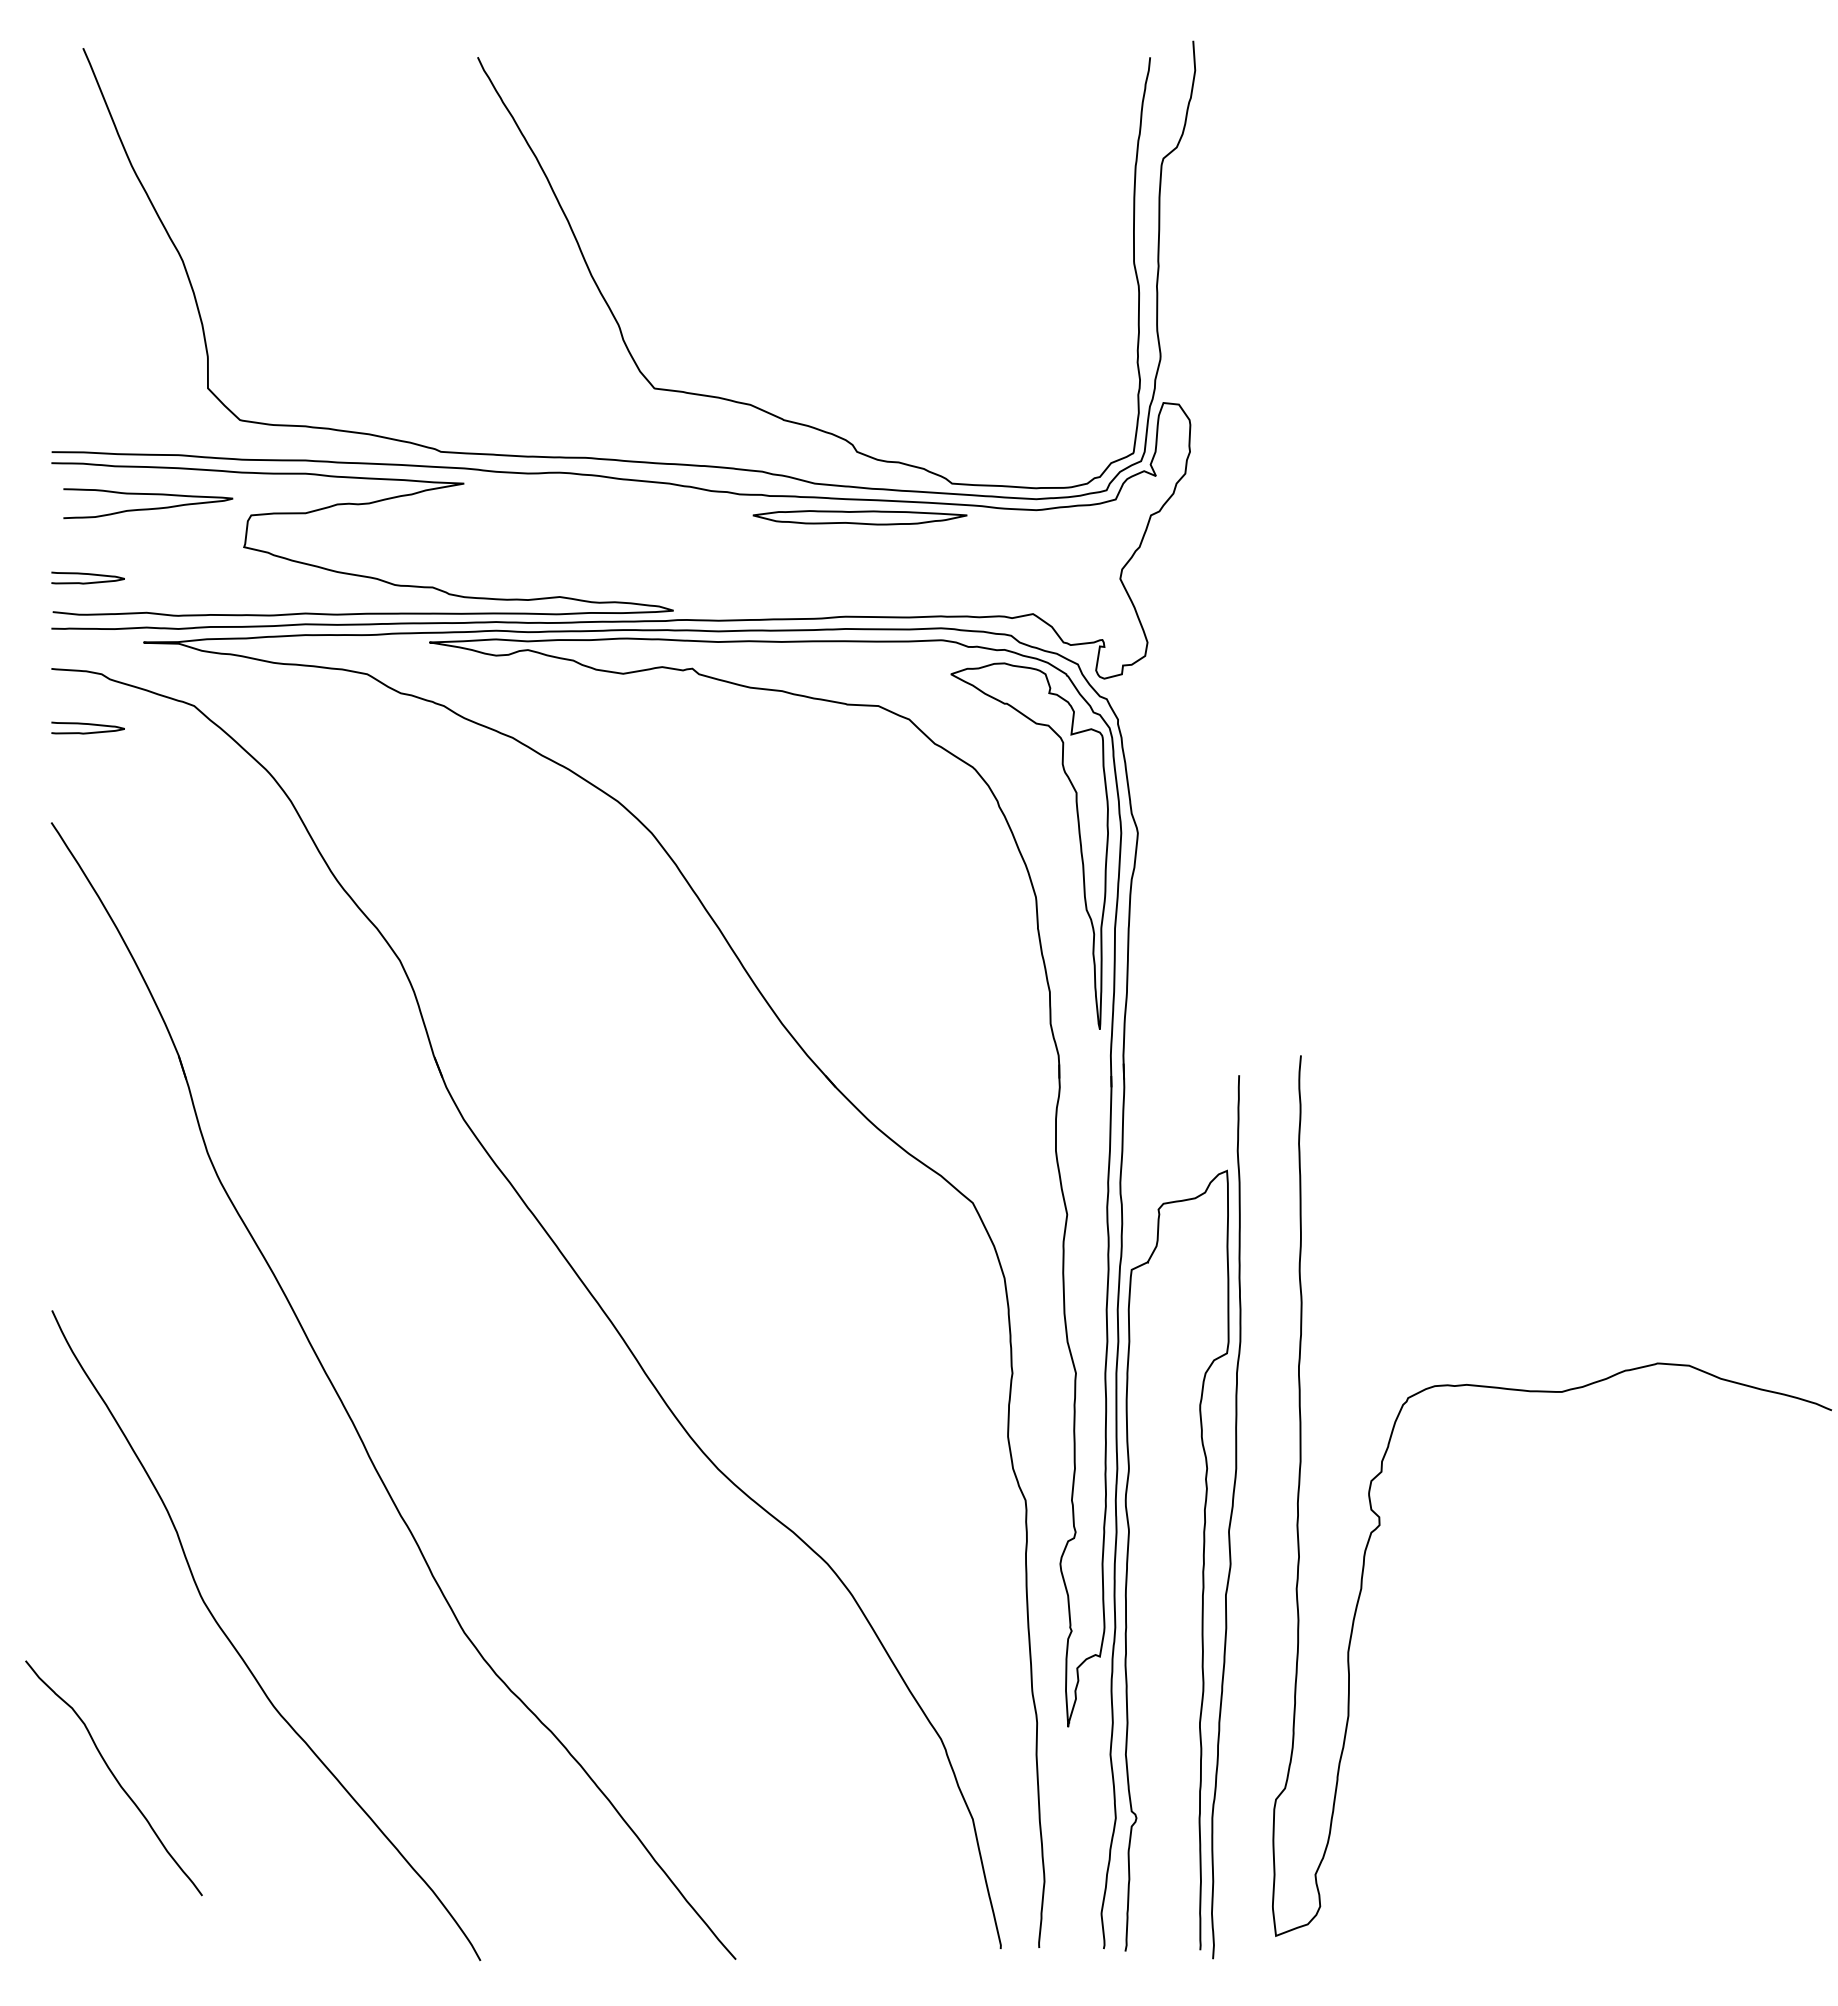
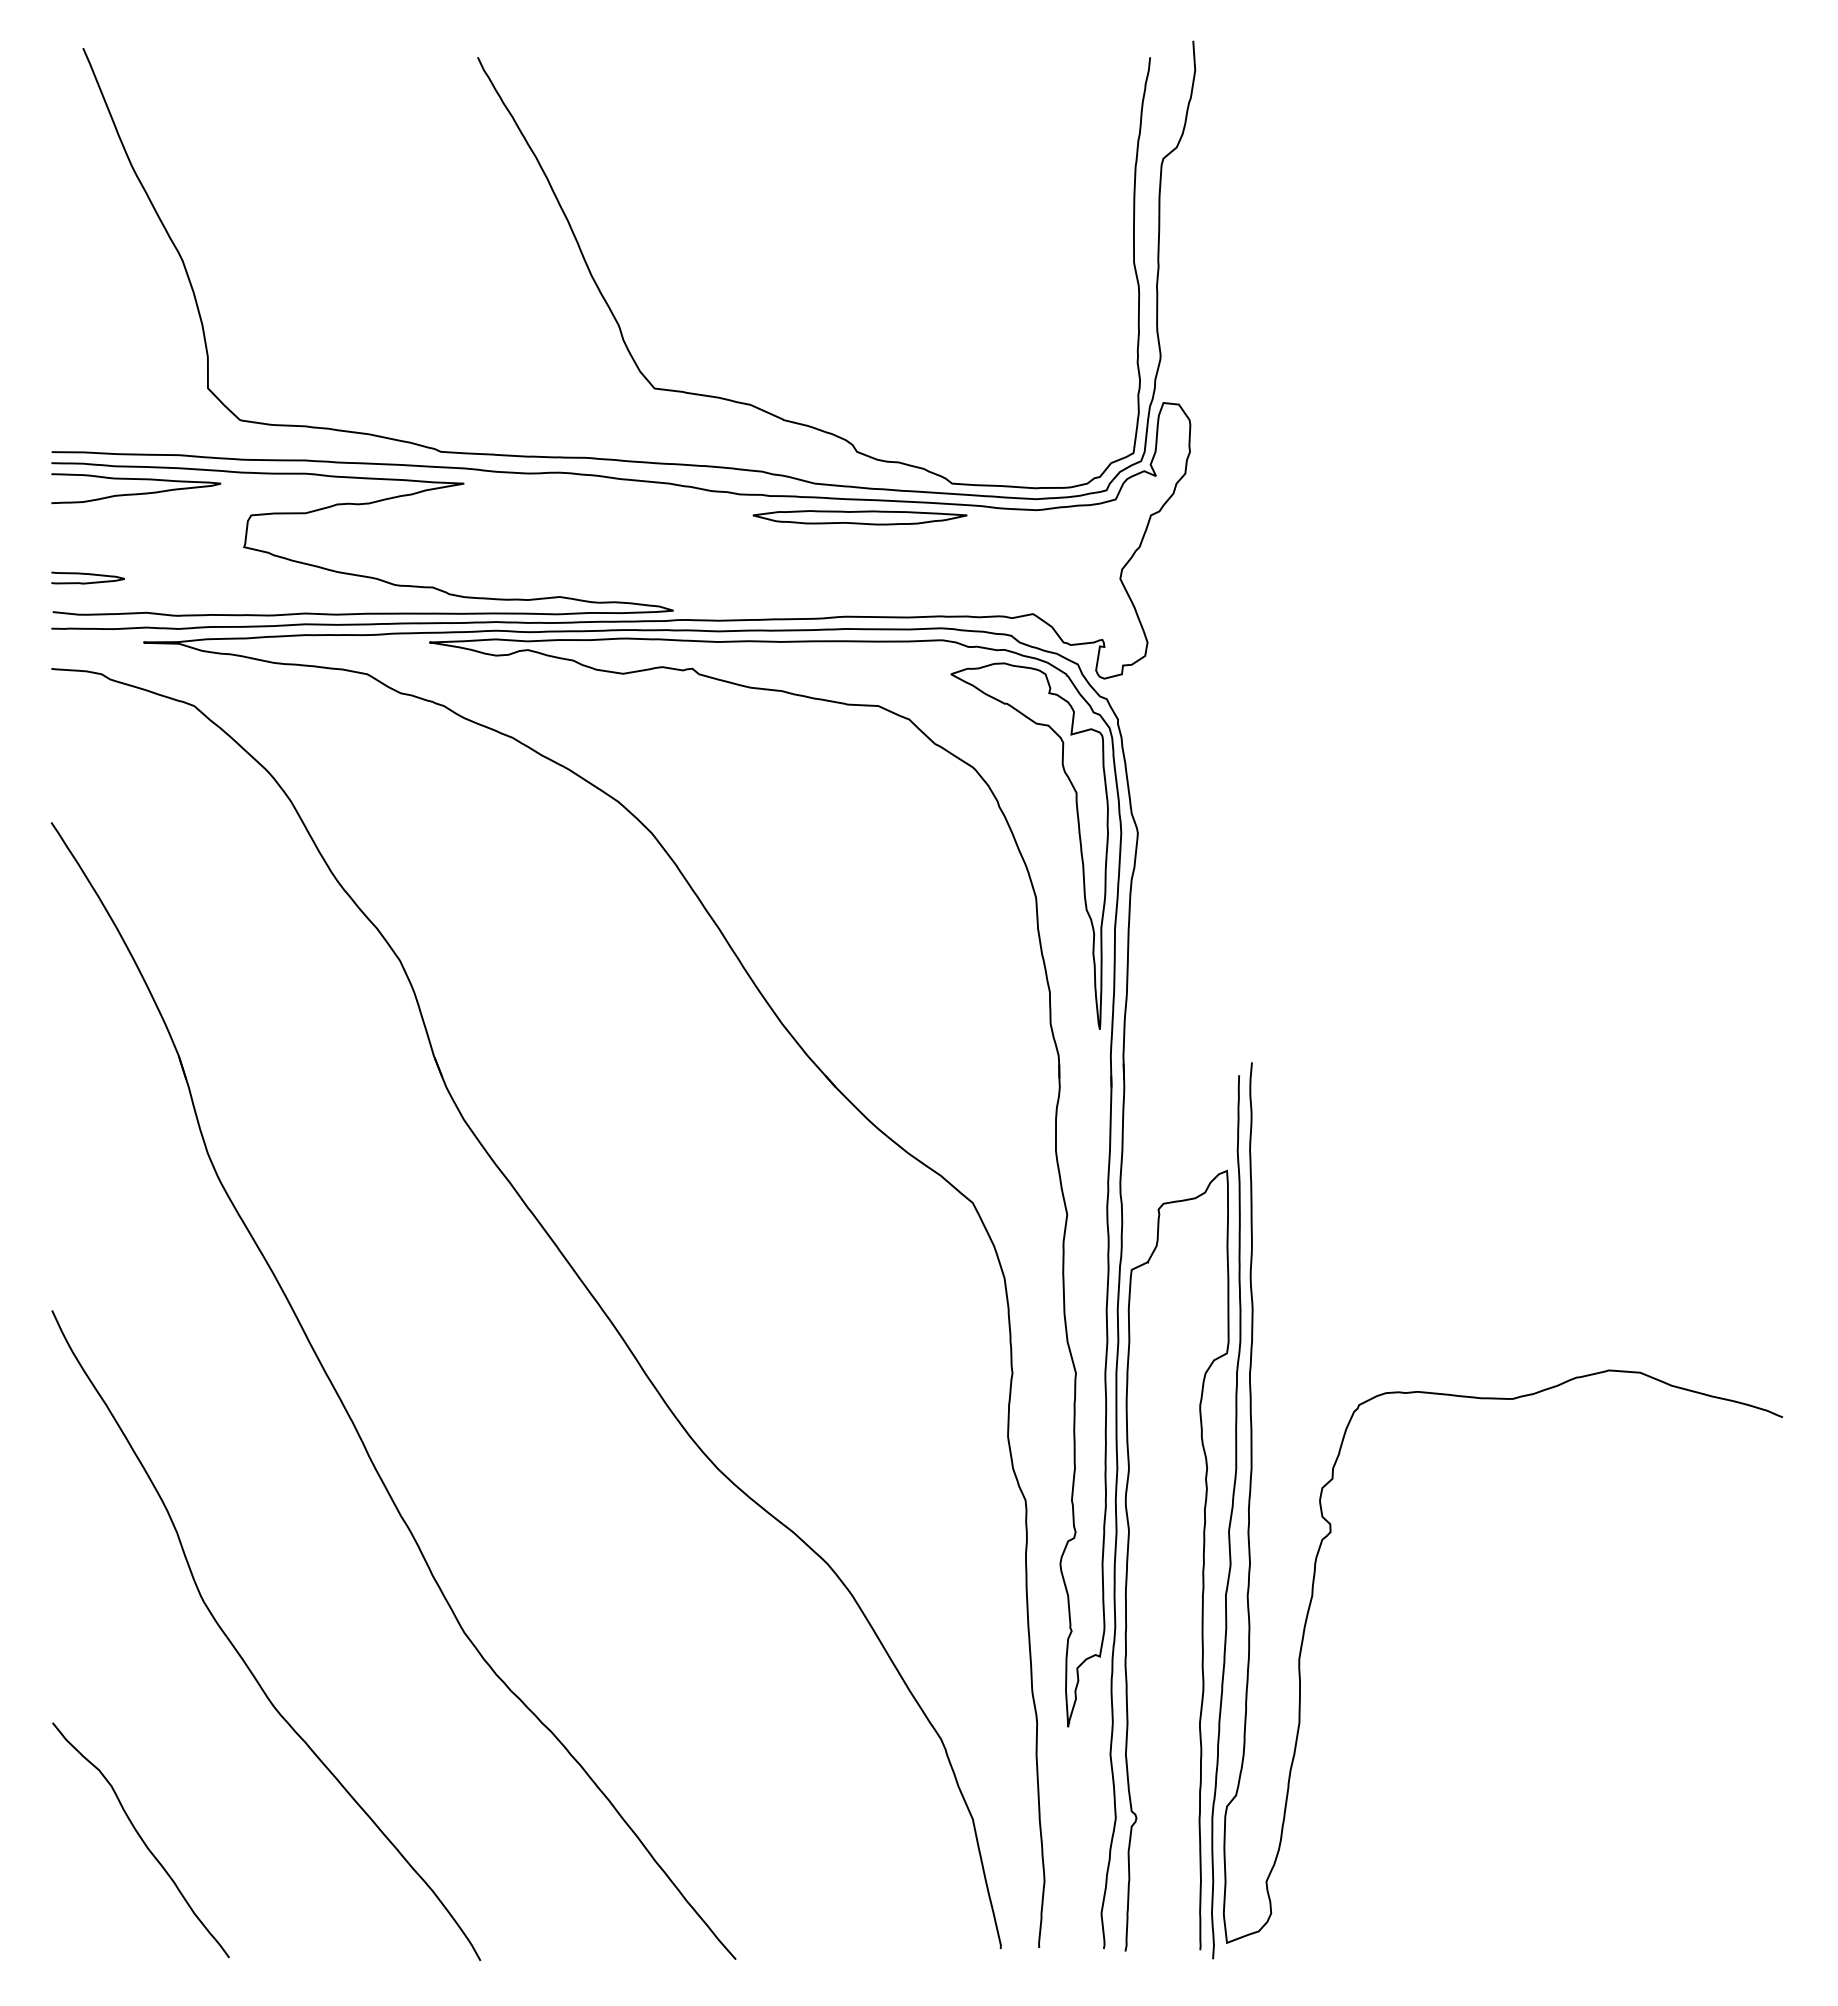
curve at (148, 508) position: (148, 508) -> (136, 493)
curve at (89, 725): present -> none
curve at (1551, 1392) position: (1551, 1392) -> (1502, 1399)
curve at (113, 1777) position: (113, 1777) -> (140, 1839)
